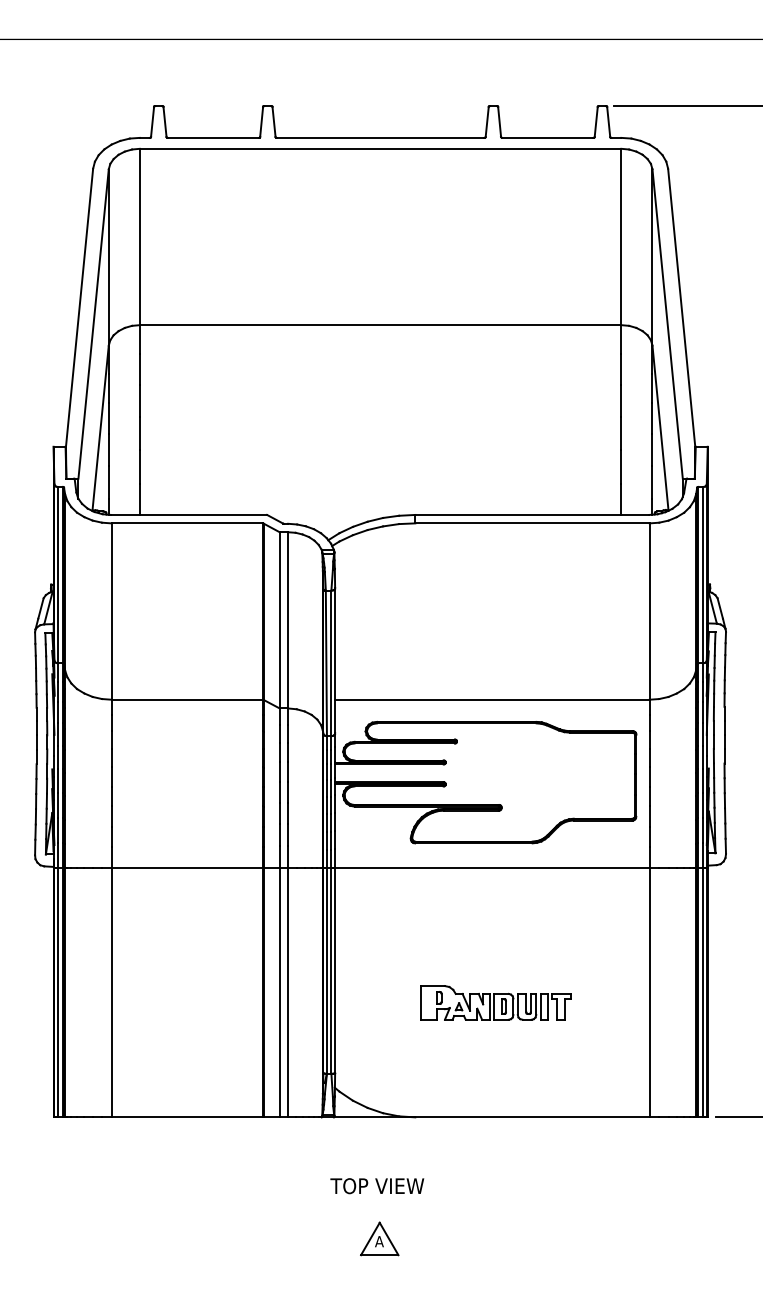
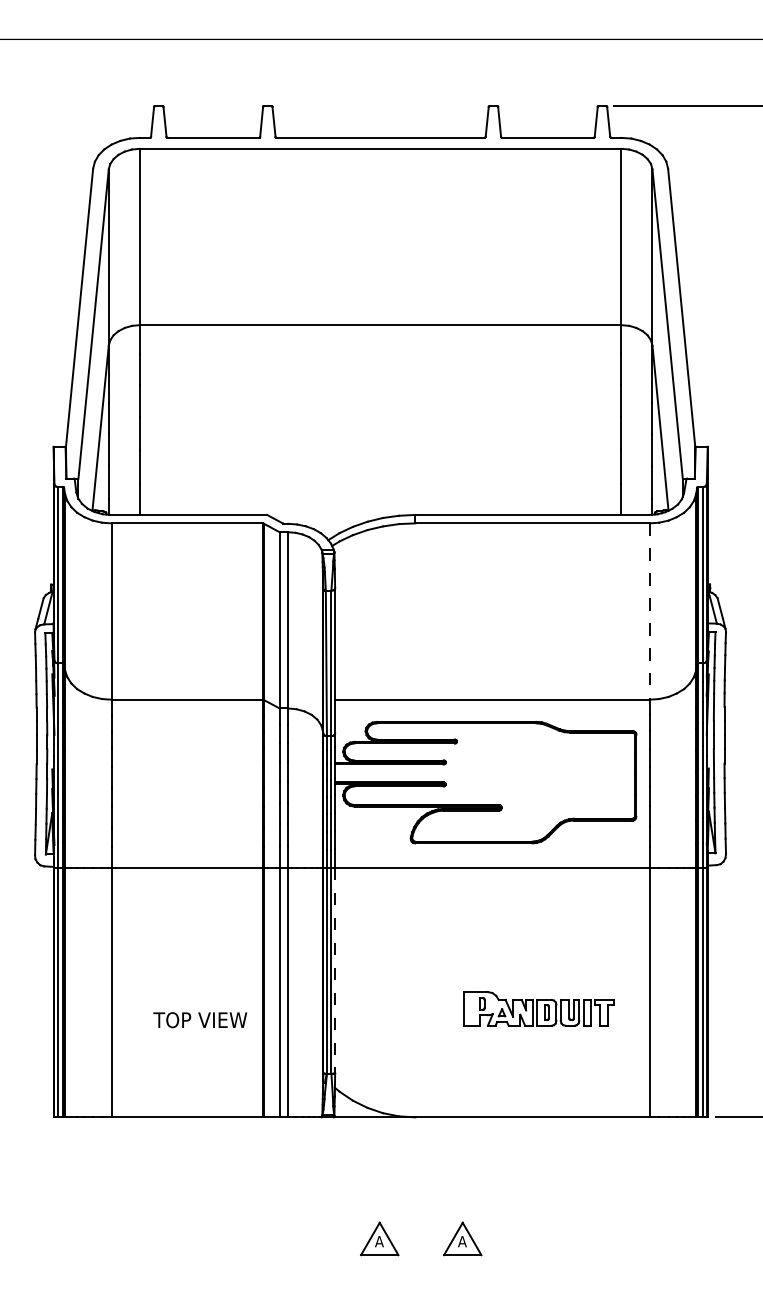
line at (649, 612): solid -> dashed
line at (335, 970): solid -> dashed
part at (495, 1002) position: (495, 1002) -> (538, 1008)
text at (377, 1186) position: (377, 1186) -> (200, 1020)
part at (462, 1238): none -> present
